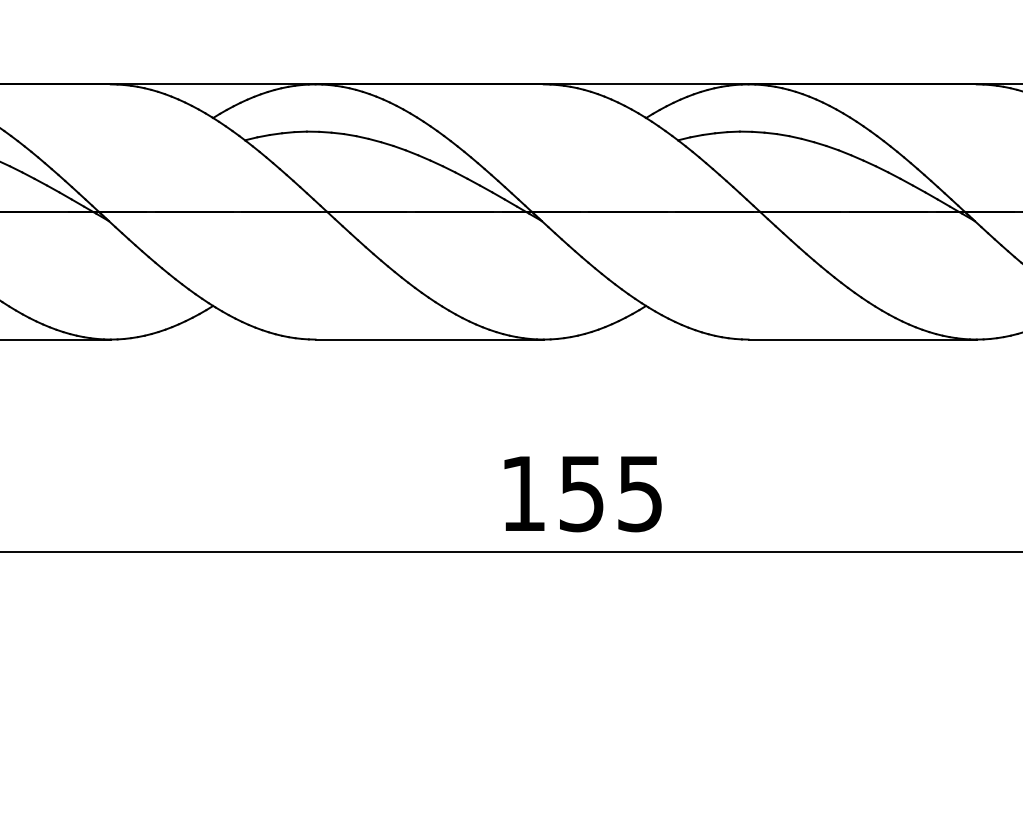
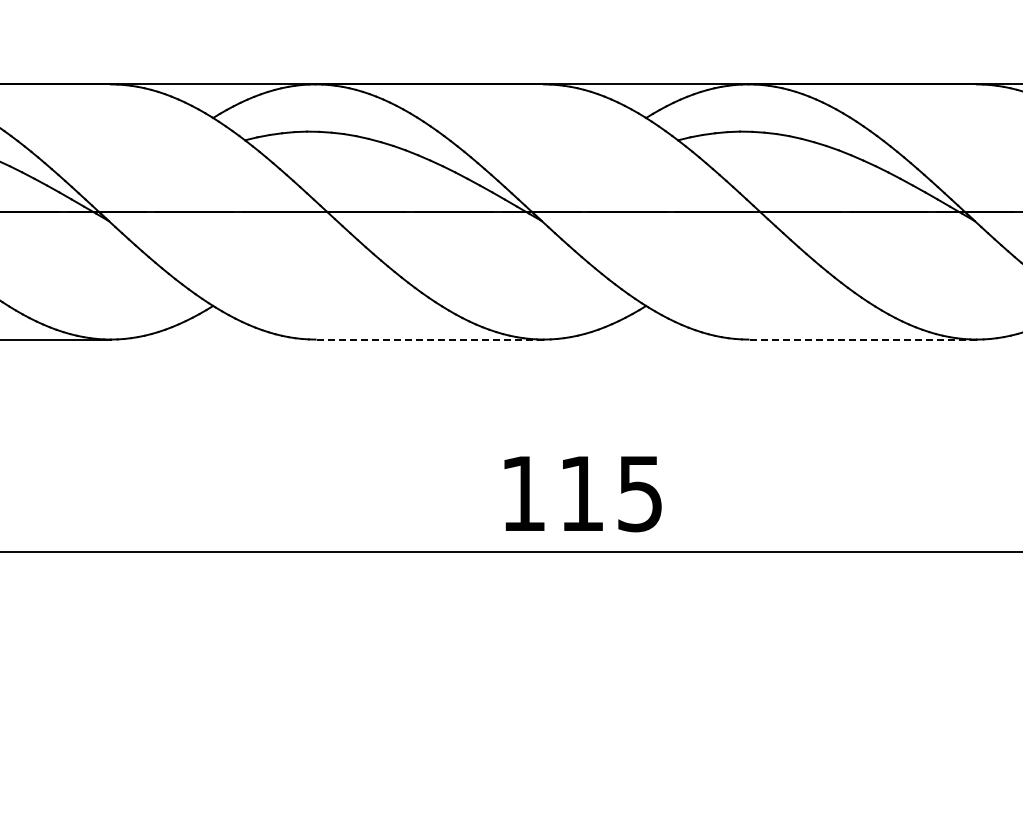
line at (429, 339): solid -> dashed
line at (862, 339): solid -> dashed
text at (581, 494): 155 -> 115
